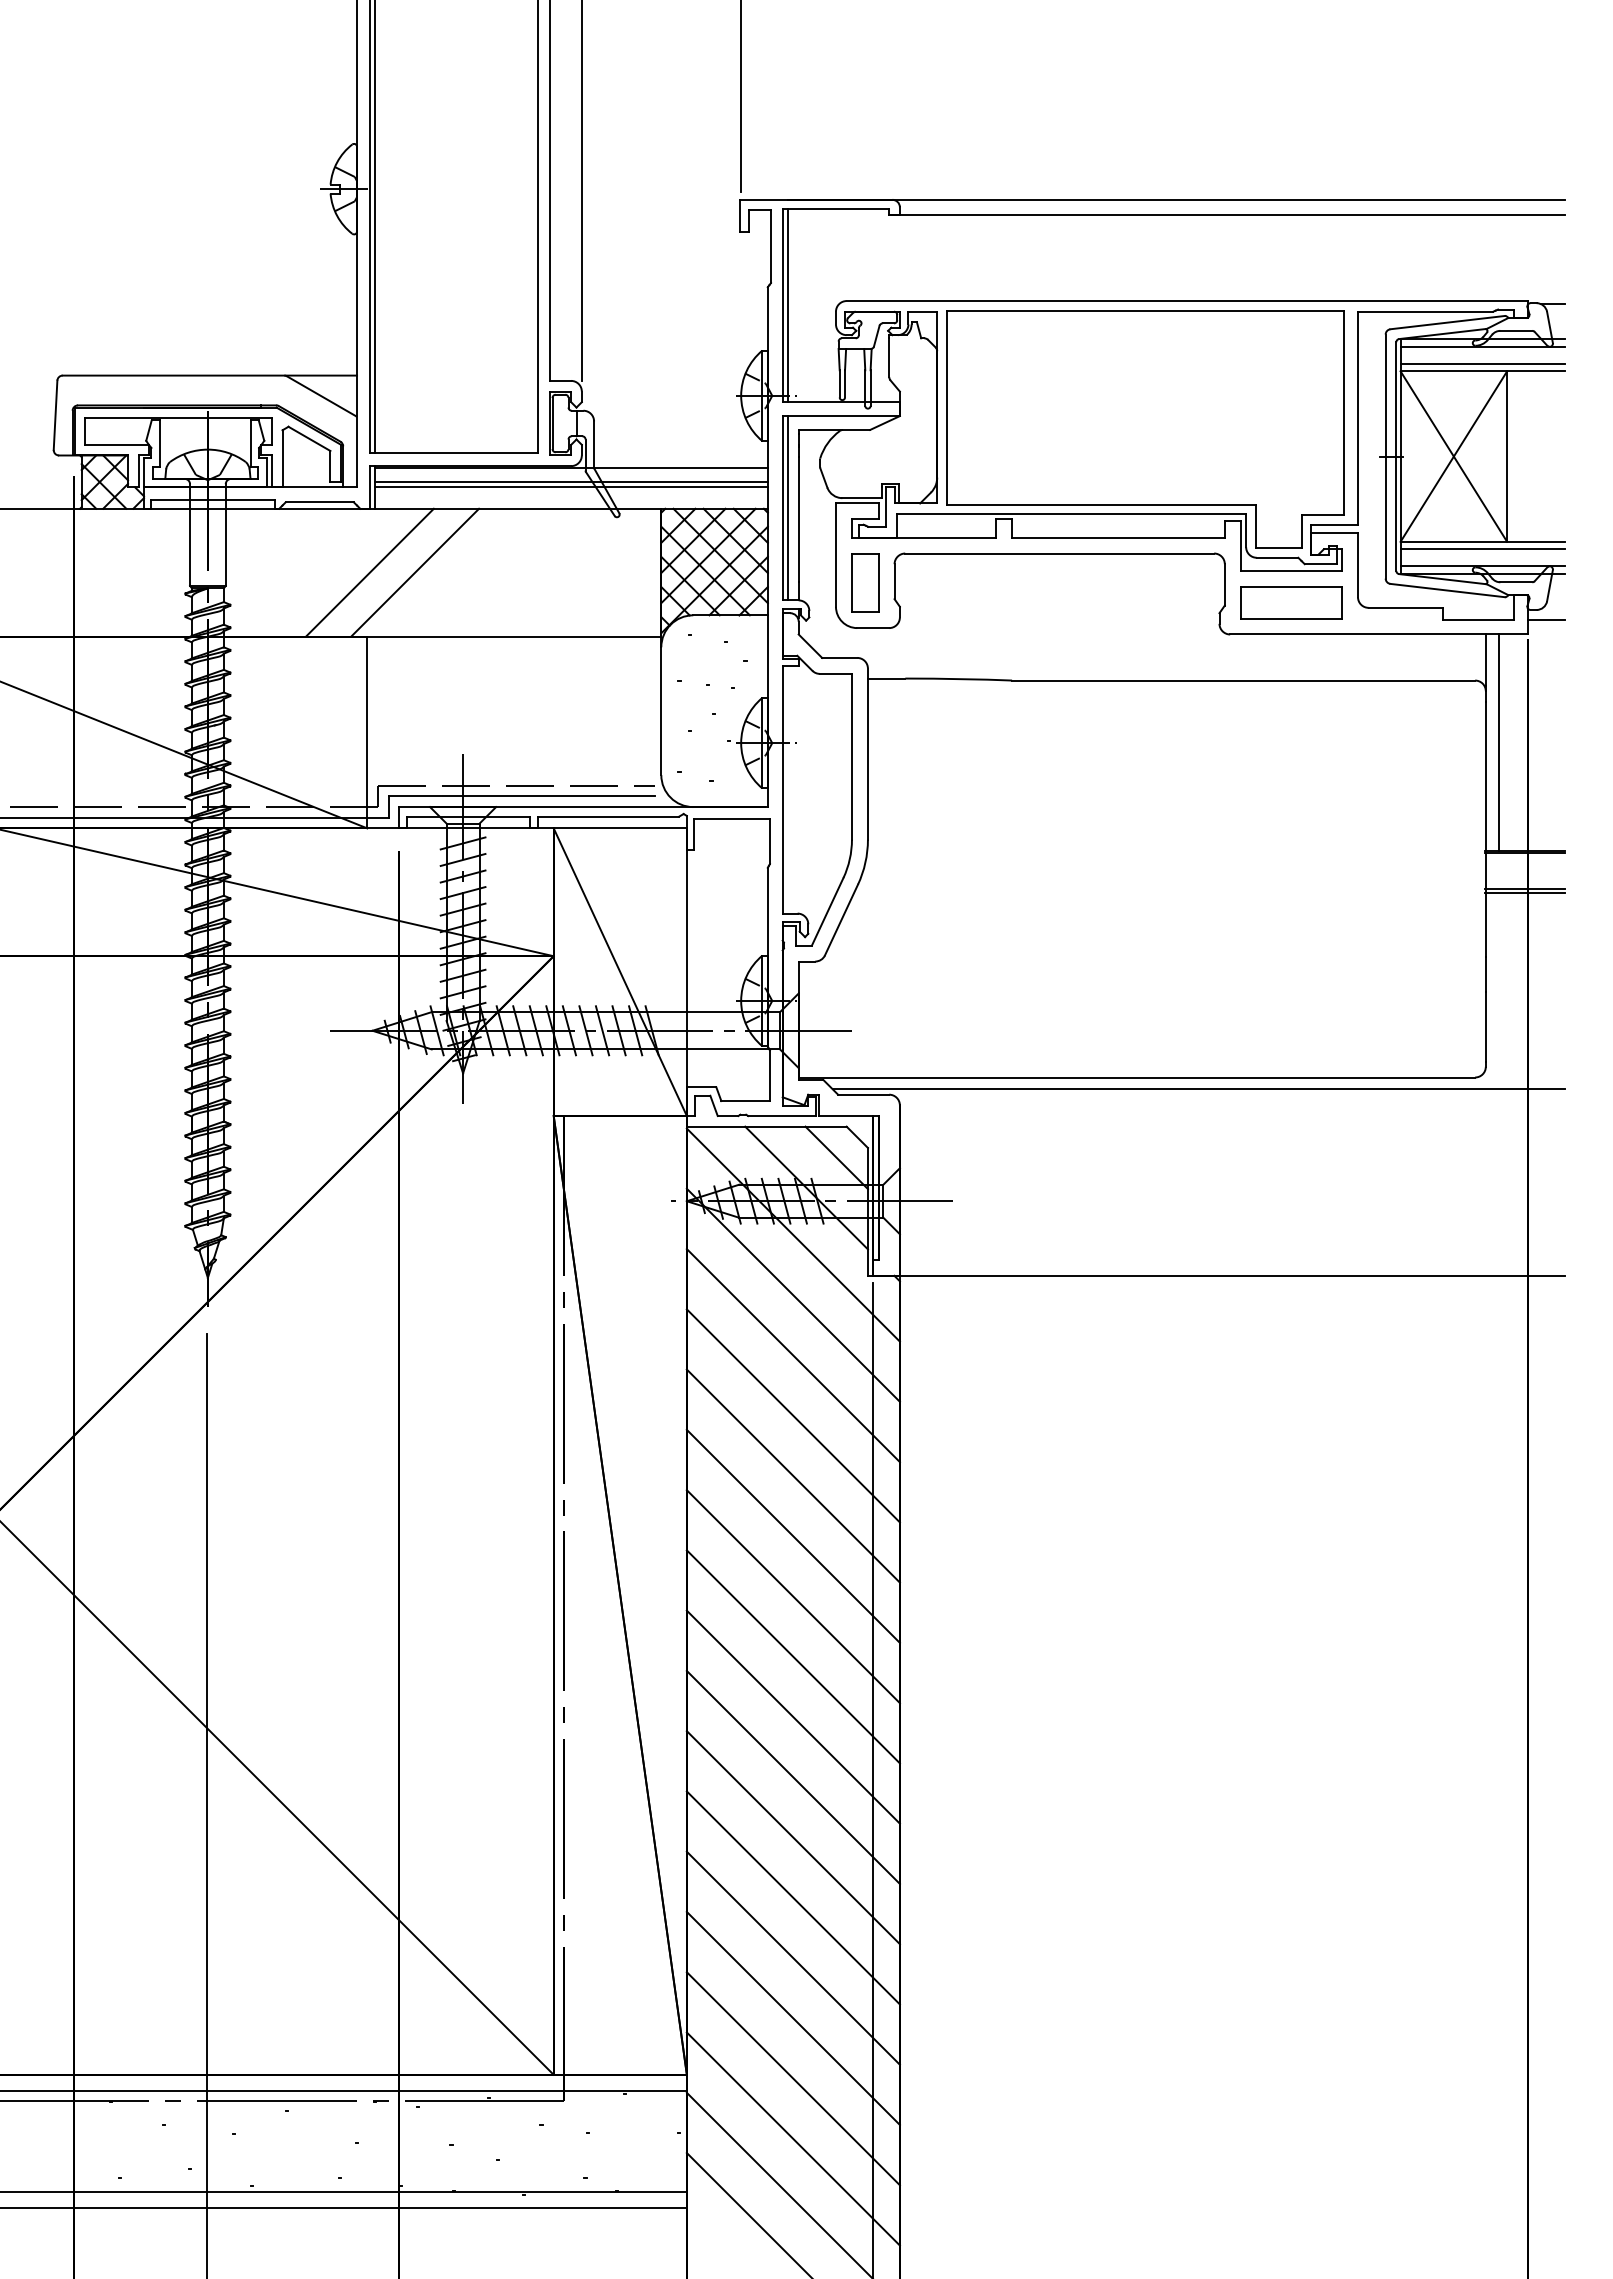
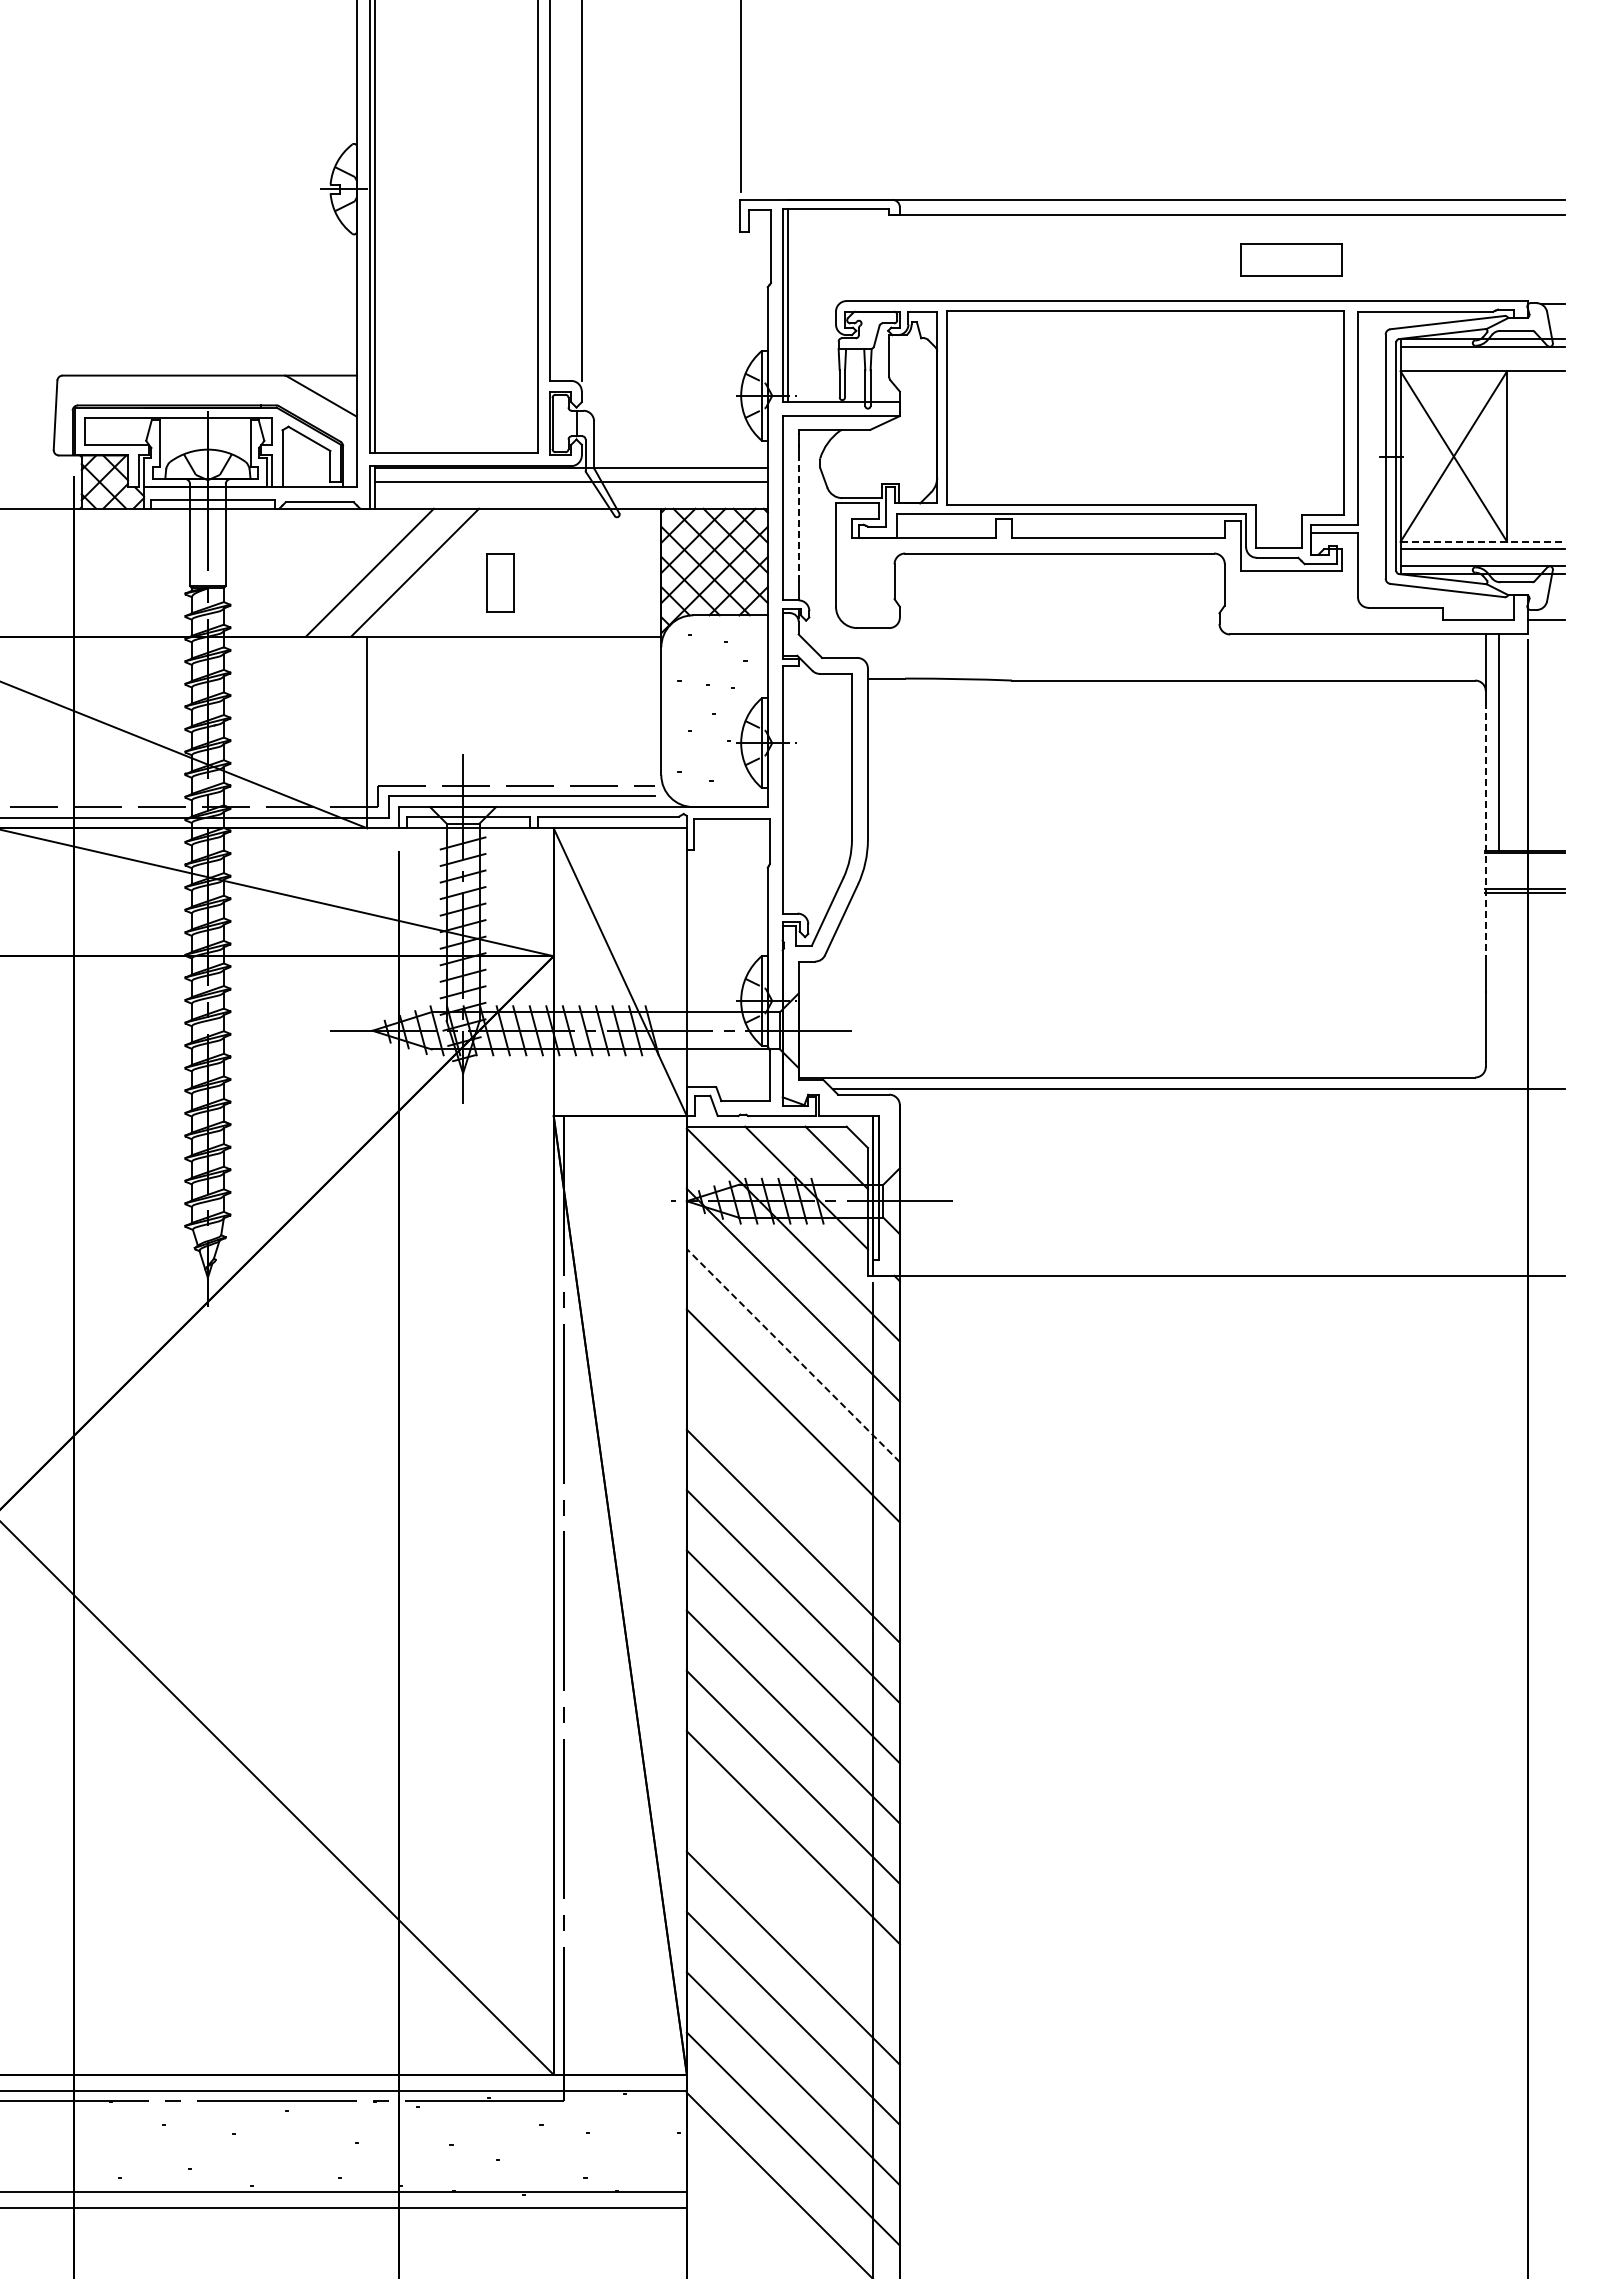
line at (1482, 363): present -> none
line at (571, 487): present -> none
line at (788, 508): present -> none
line at (798, 519): solid -> dashed
line at (1483, 541): solid -> dashed
part at (865, 582) position: (865, 582) -> (500, 582)
part at (1291, 602) position: (1291, 602) -> (1291, 259)
line at (1485, 829): solid -> dashed
line at (793, 1355): solid -> dashed
line at (792, 1475): present -> none
line at (207, 1804): present -> none
line at (792, 1897): present -> none
line at (747, 2213): present -> none
